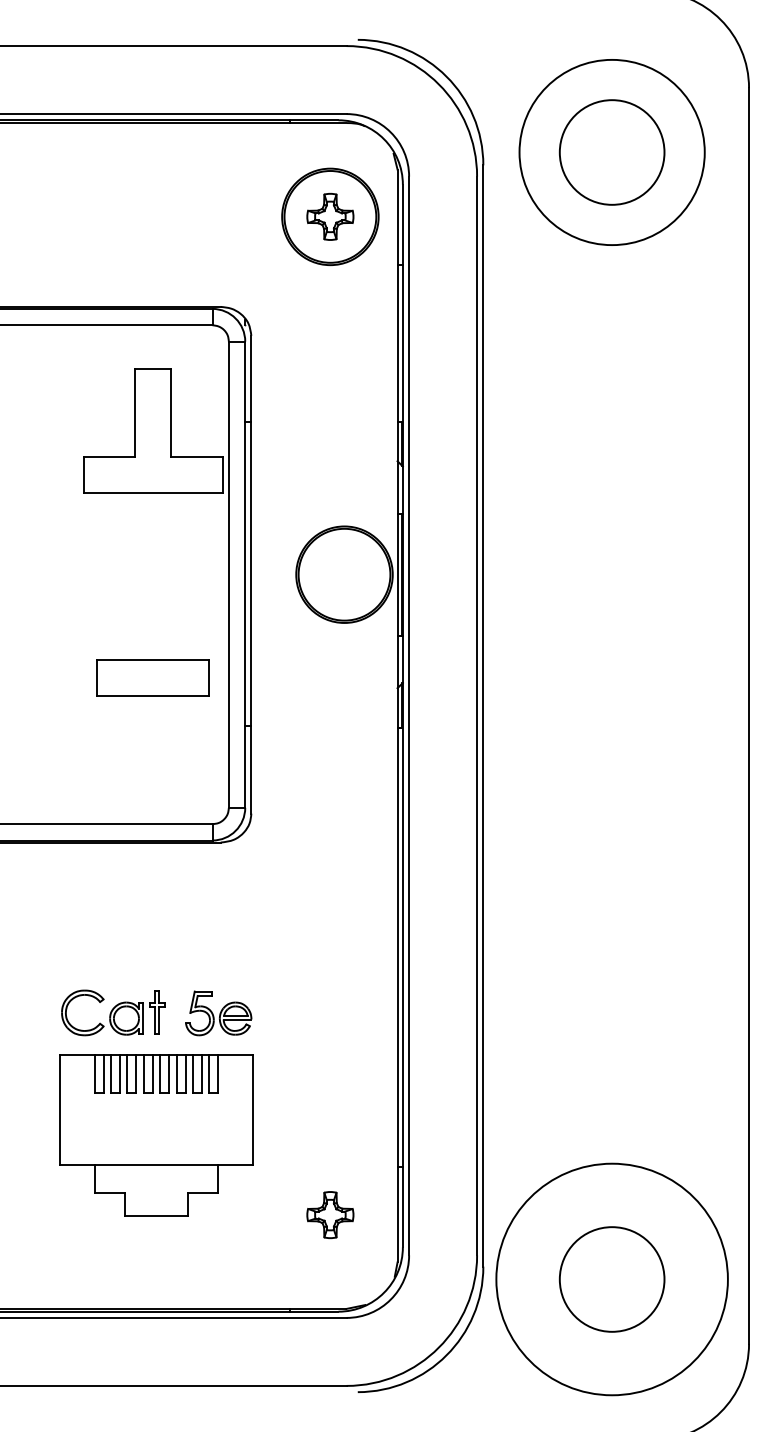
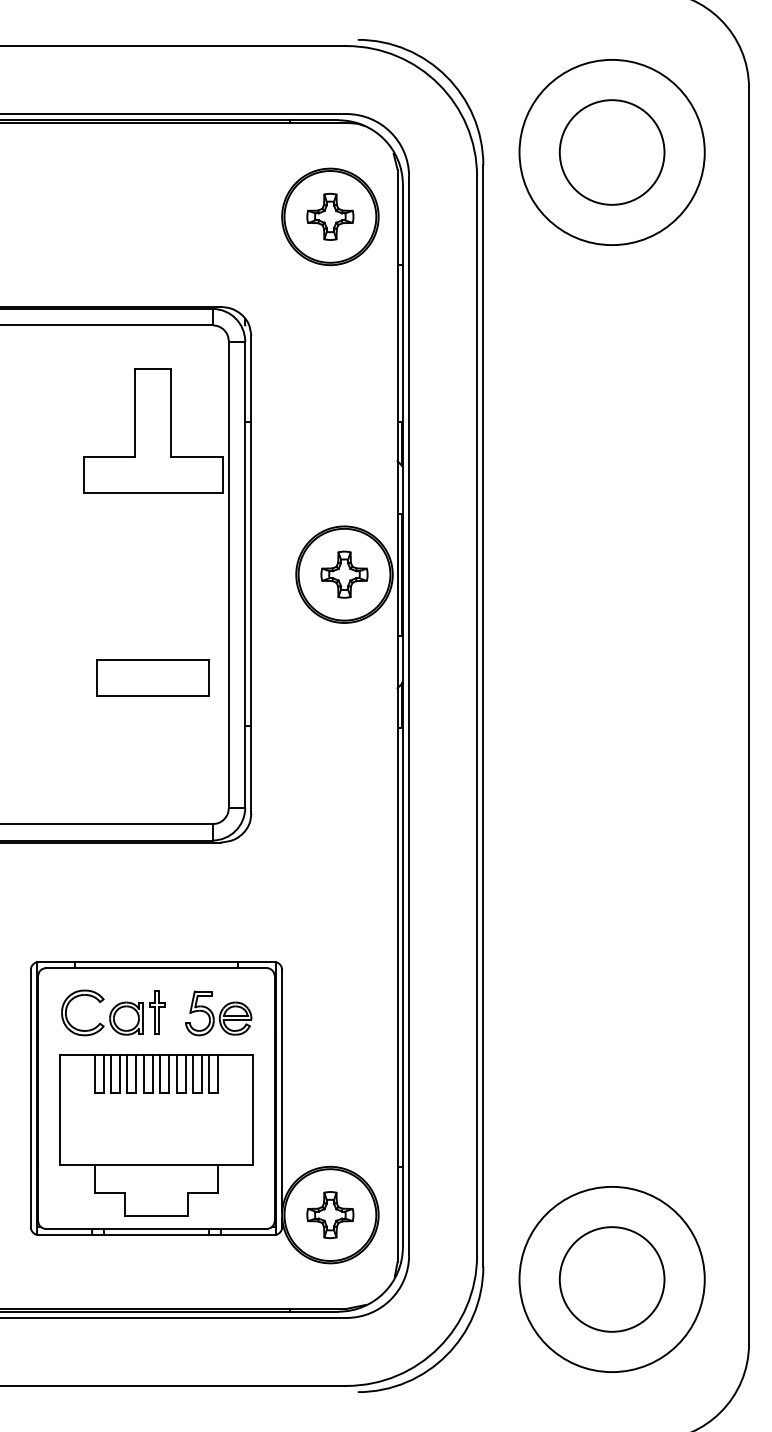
part at (344, 574): none -> present
part at (204, 1112): none -> present
circle at (611, 1279) diameter: 232 px -> 185 px
